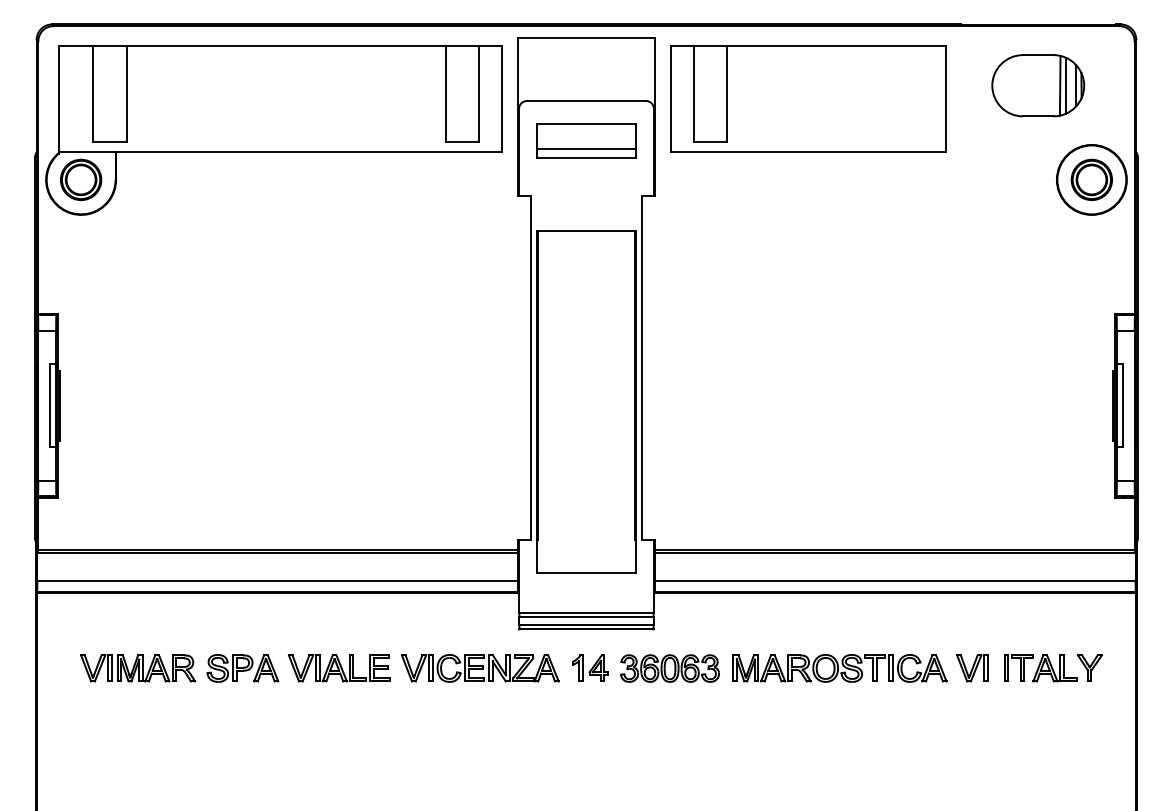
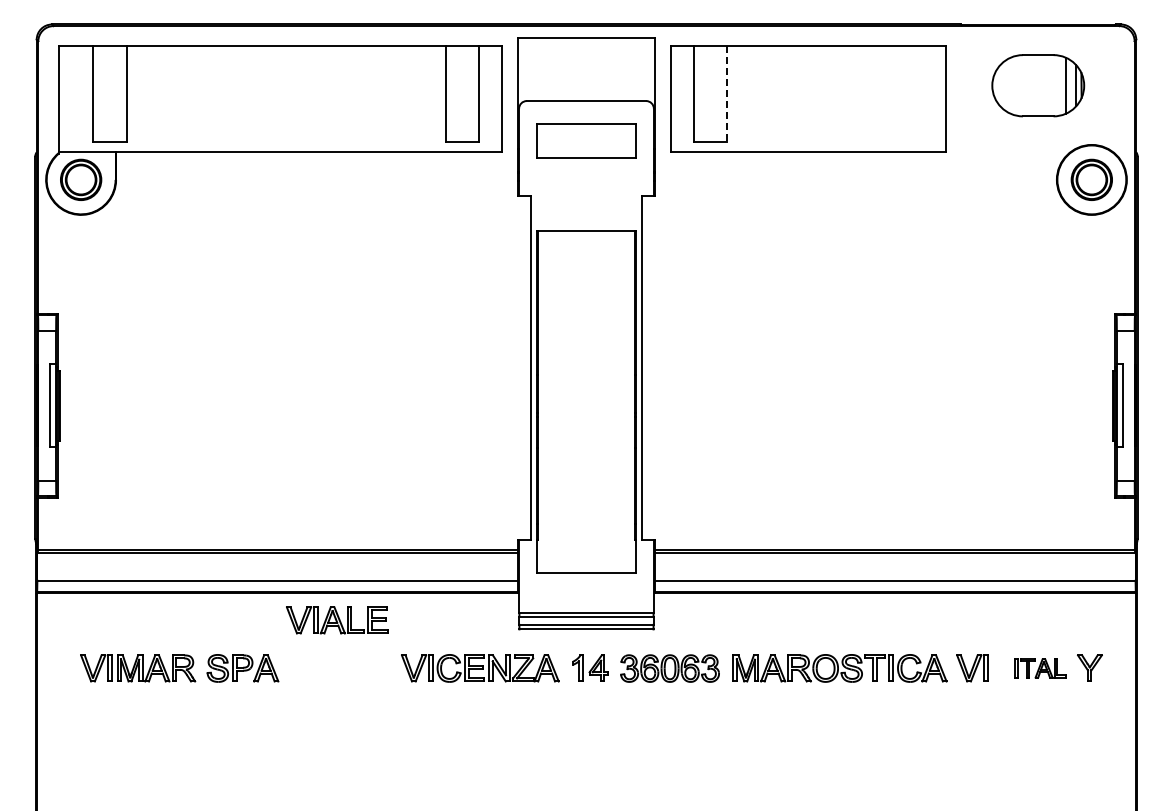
line at (1059, 85): present -> none
line at (727, 94): solid -> dashed
line at (586, 149): present -> none
part at (339, 668) position: (339, 668) -> (337, 620)
part at (1040, 668) size: 74x29 px -> 53x21 px
